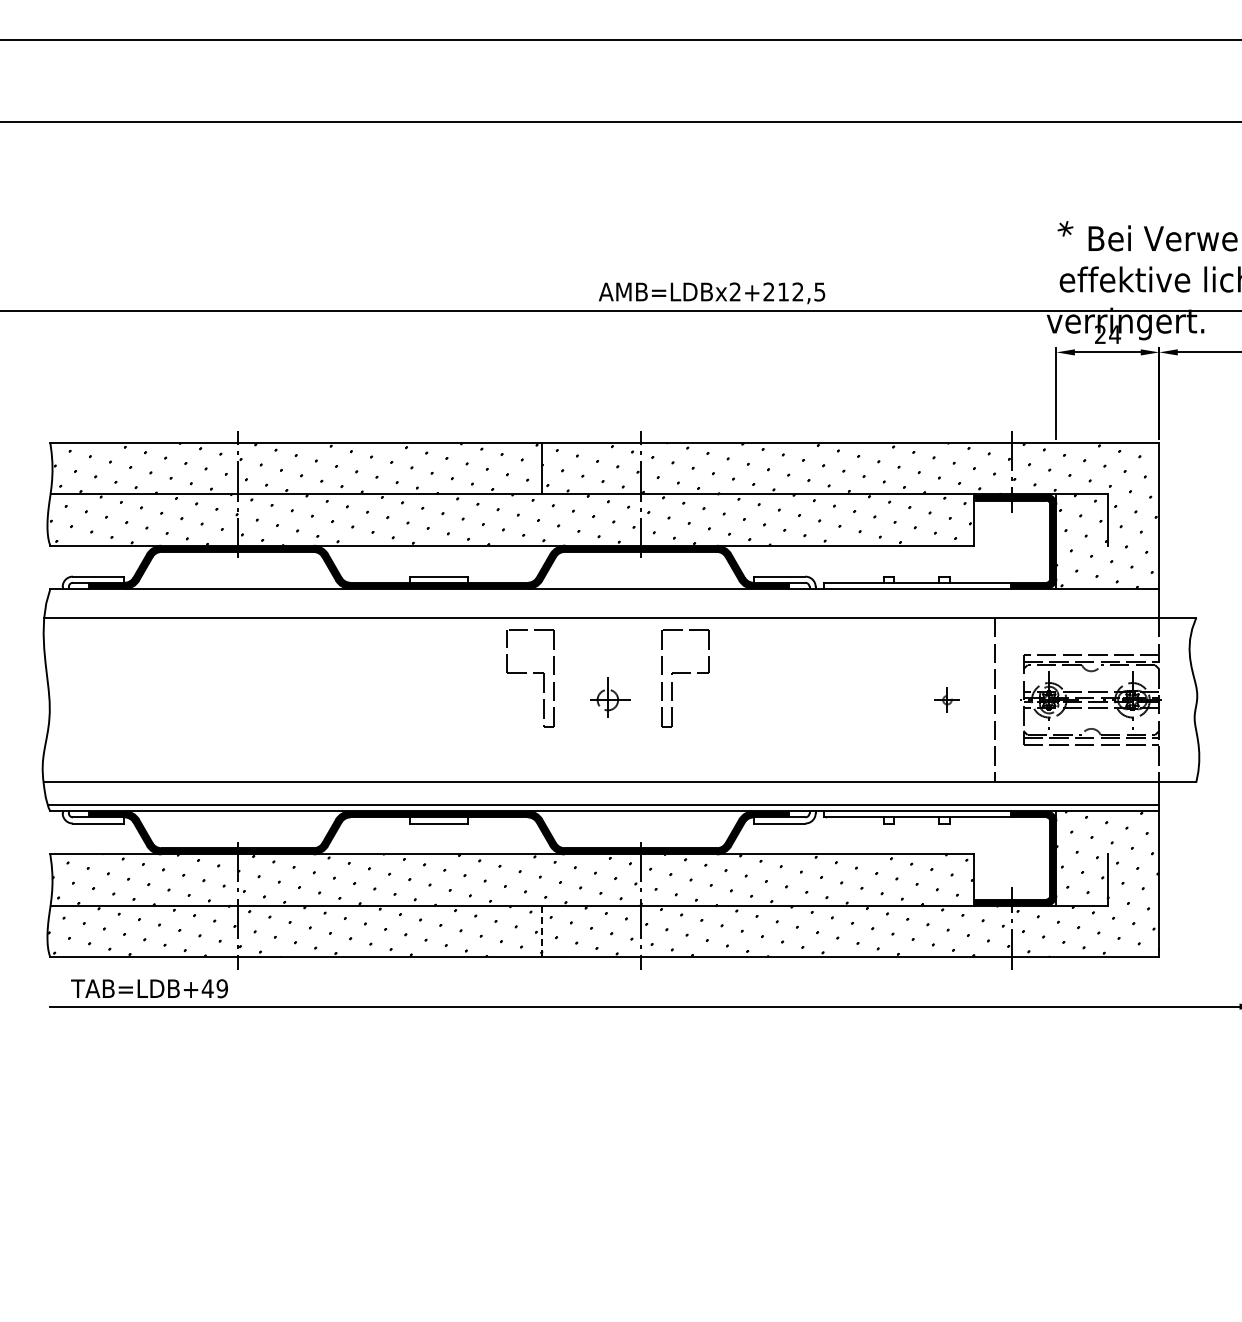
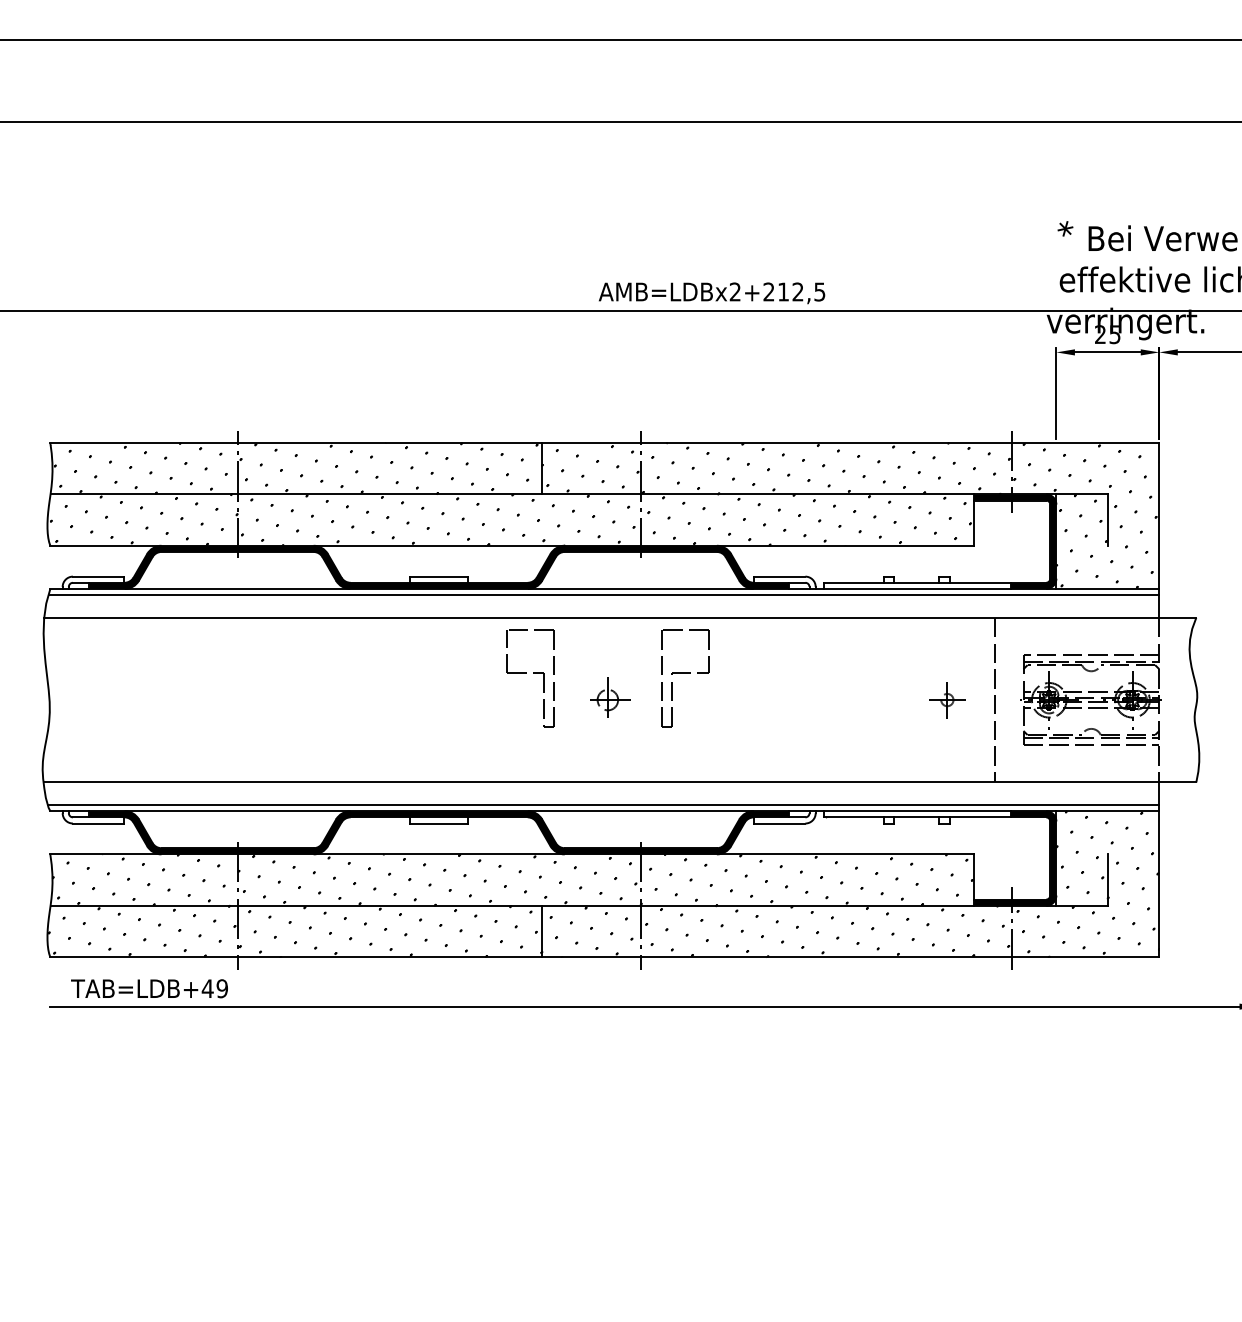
text at (1115, 334): 24 -> 25
line at (603, 595): none -> present
part at (946, 699) size: 26x26 px -> 37x37 px
line at (542, 931): dashed -> solid
